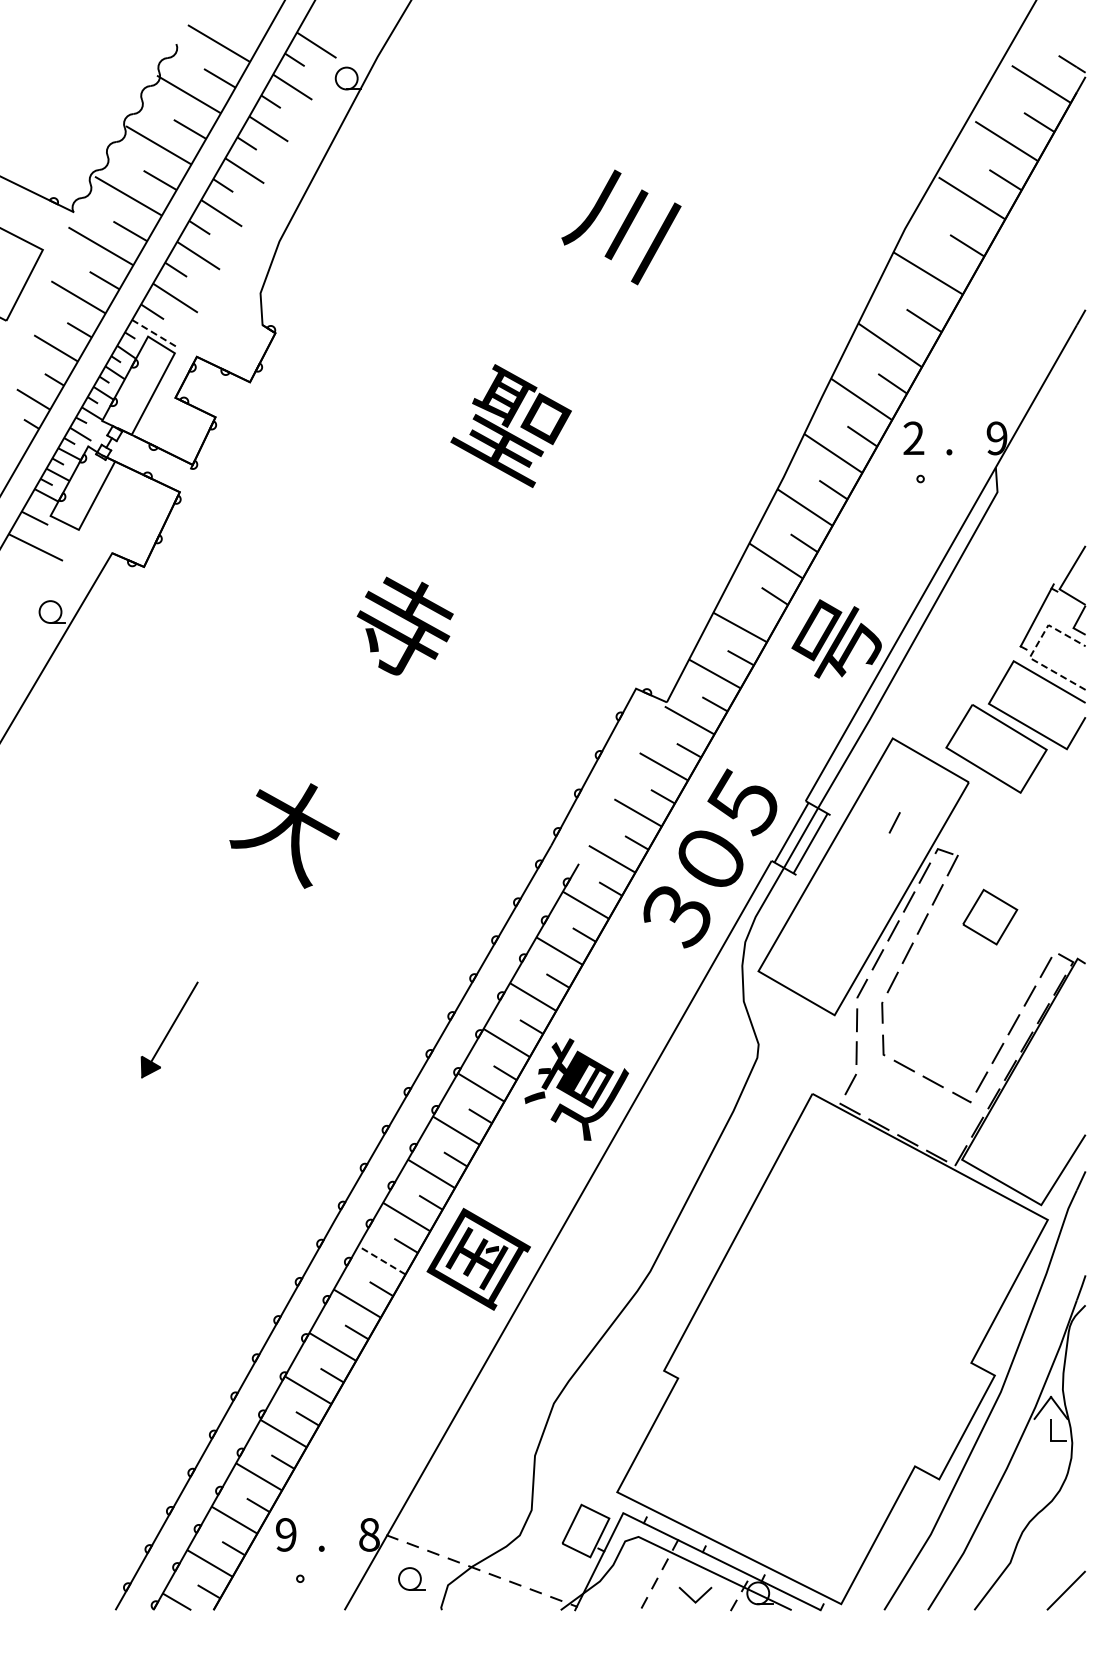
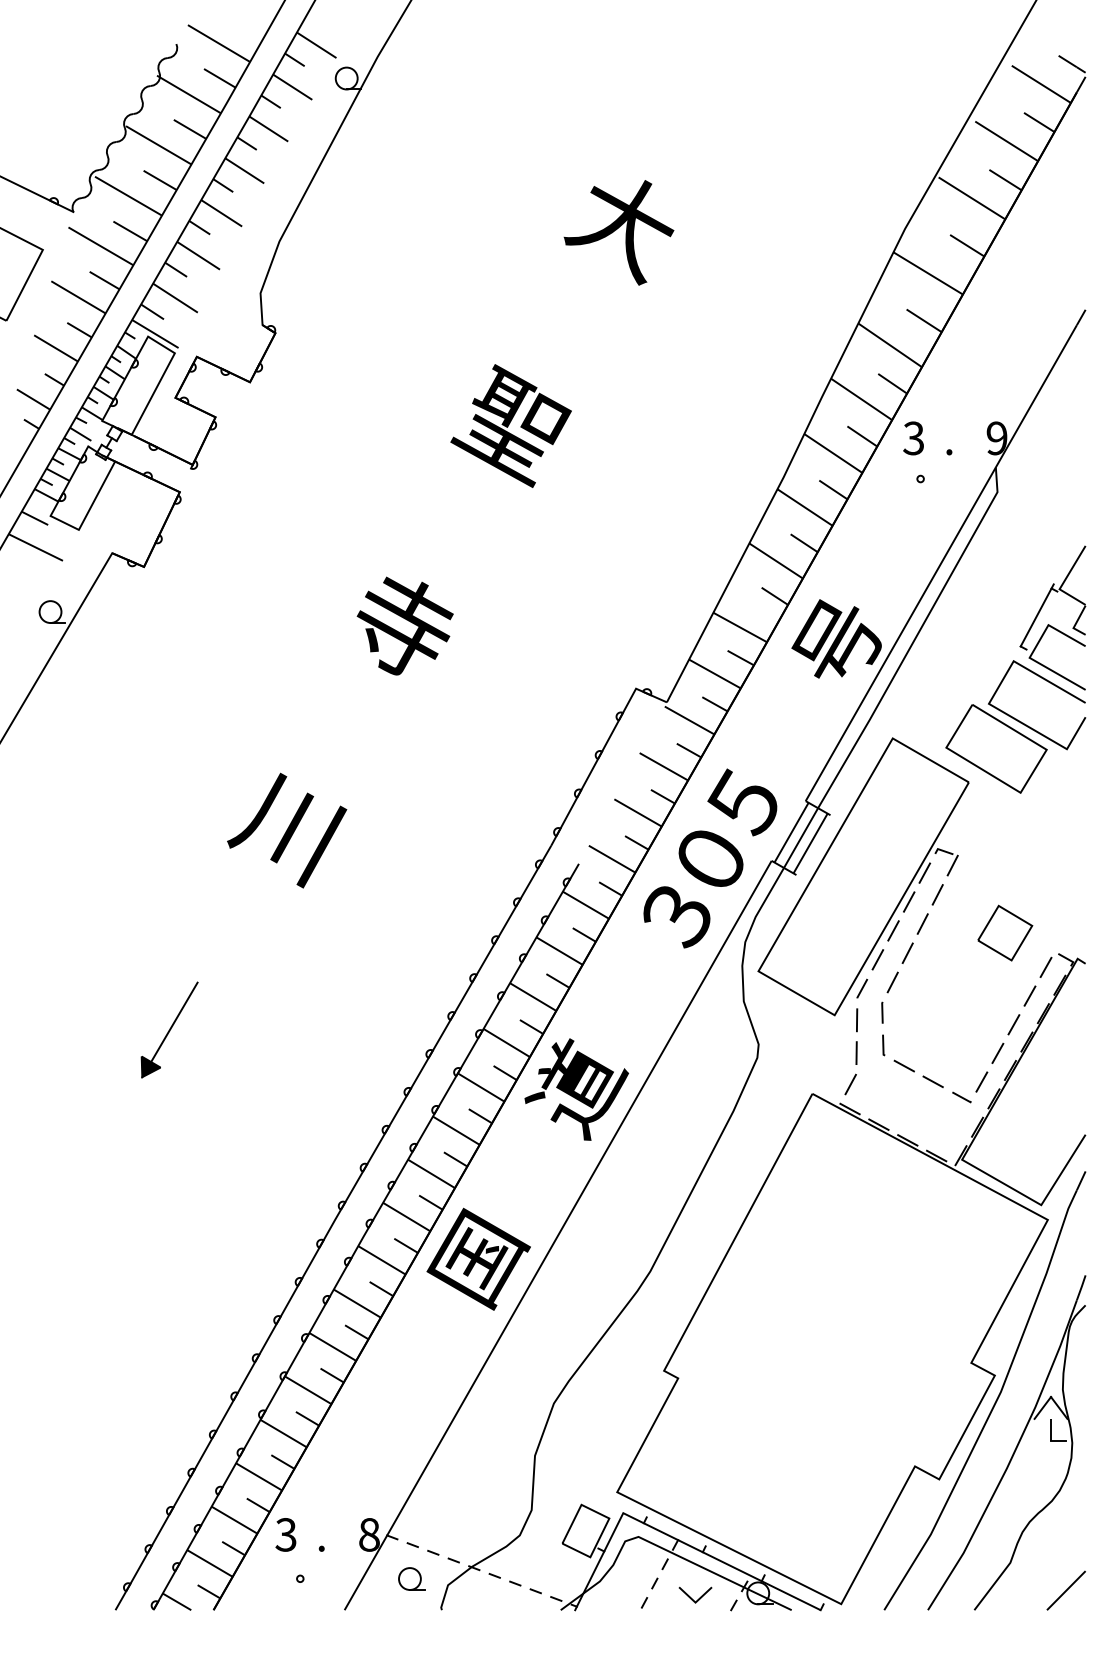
text at (621, 227): 川 -> 大
line at (155, 334): dashed -> solid
text at (913, 438): 2 -> 3
line at (1033, 650): dashed -> solid
line at (894, 822): present -> none
text at (287, 830): 大 -> 川
part at (990, 916) position: (990, 916) -> (1005, 932)
line at (381, 1260): dashed -> solid
text at (285, 1534): 9 -> 3
